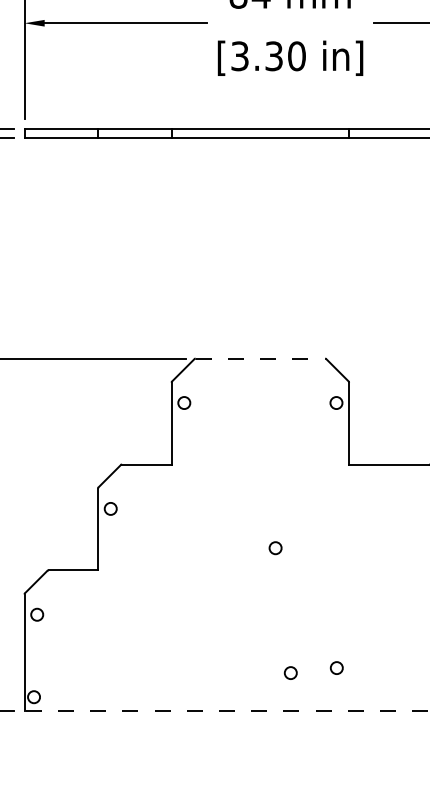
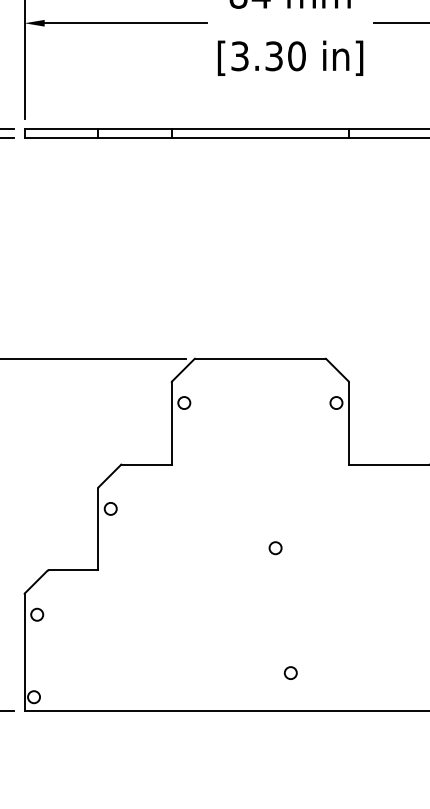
line at (260, 358): dashed -> solid
circle at (336, 667): present -> none
line at (226, 711): dashed -> solid
